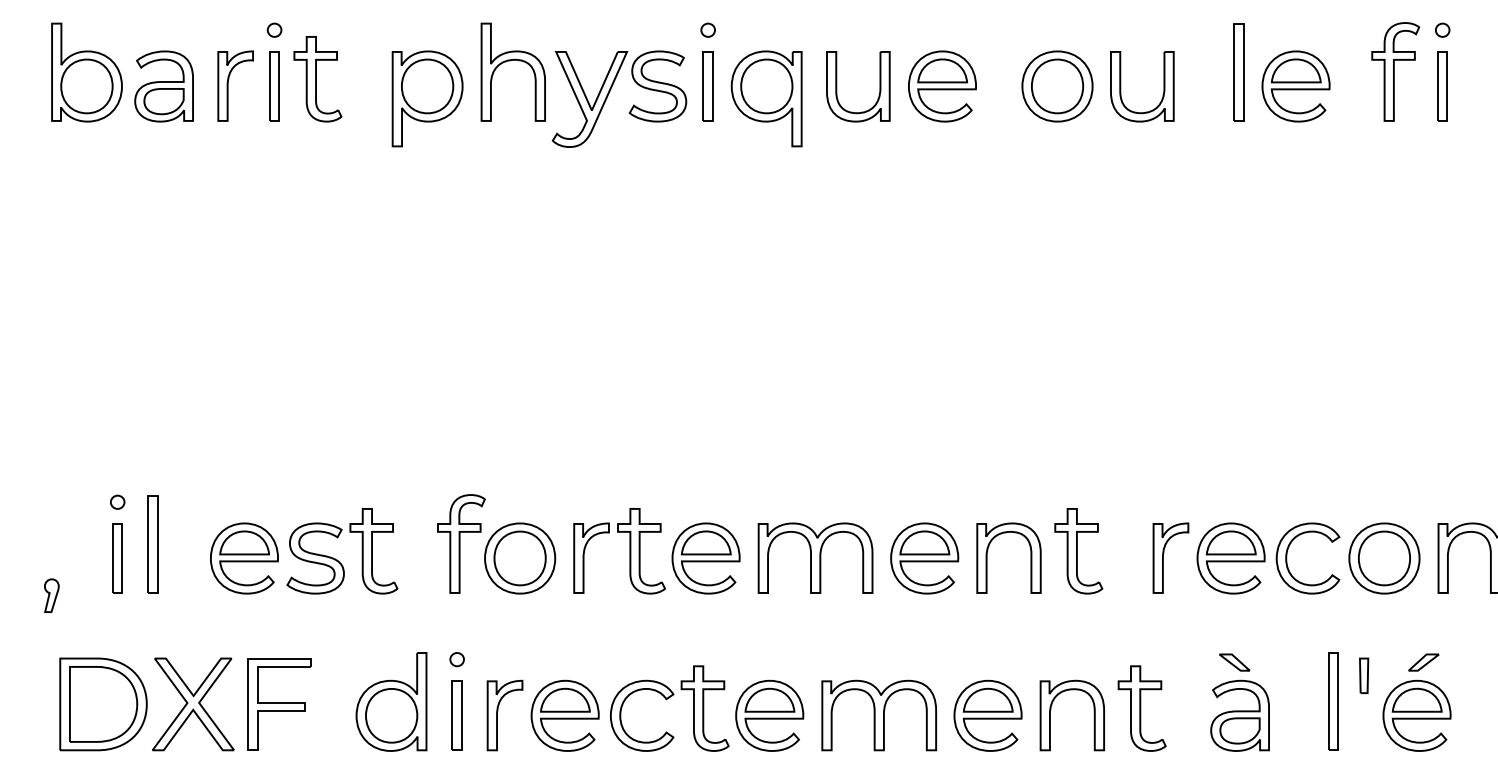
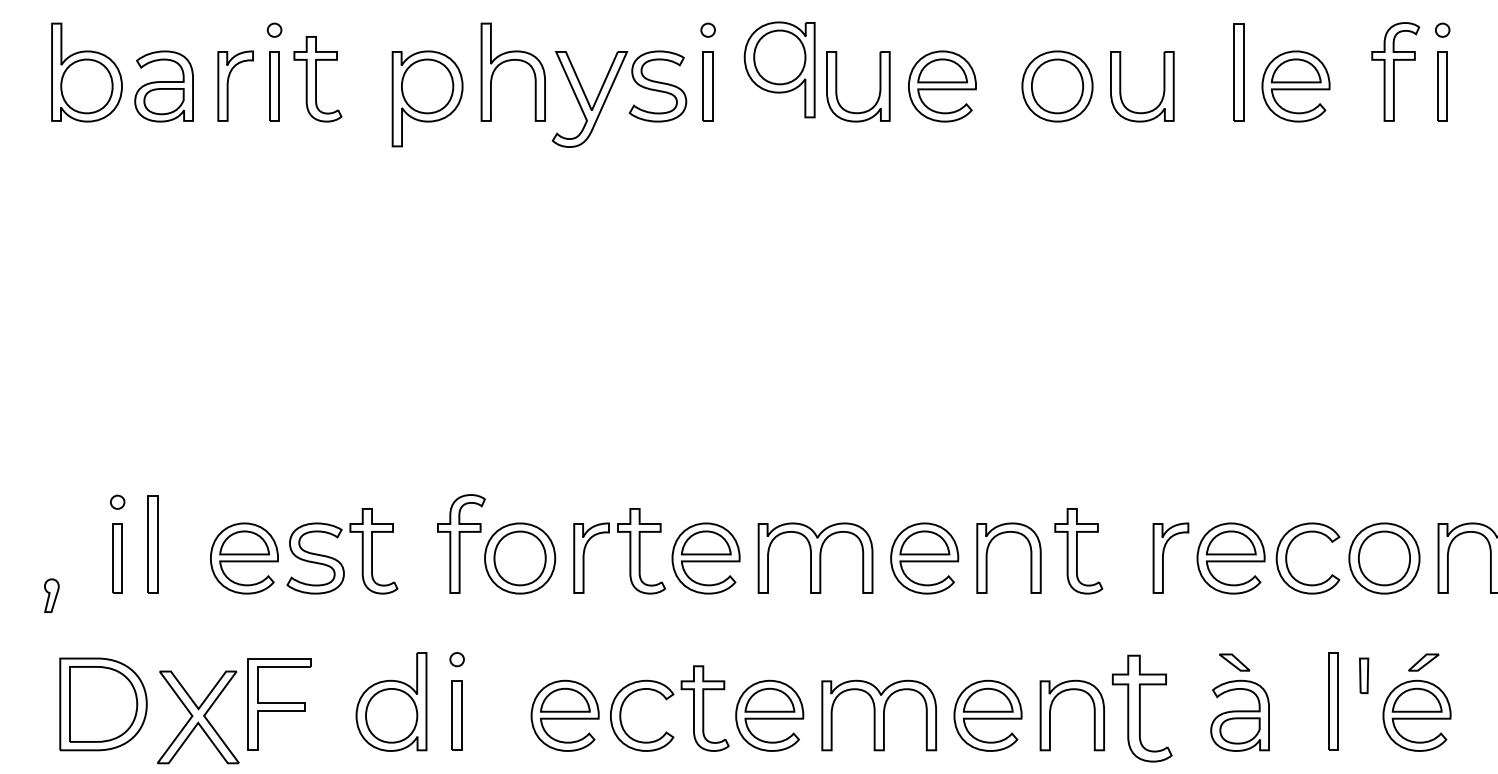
part at (766, 98) position: (766, 98) -> (779, 69)
part at (193, 704) position: (193, 704) -> (198, 717)
part at (1141, 708) size: 50x87 px -> 61x109 px
part at (497, 715): present -> none
